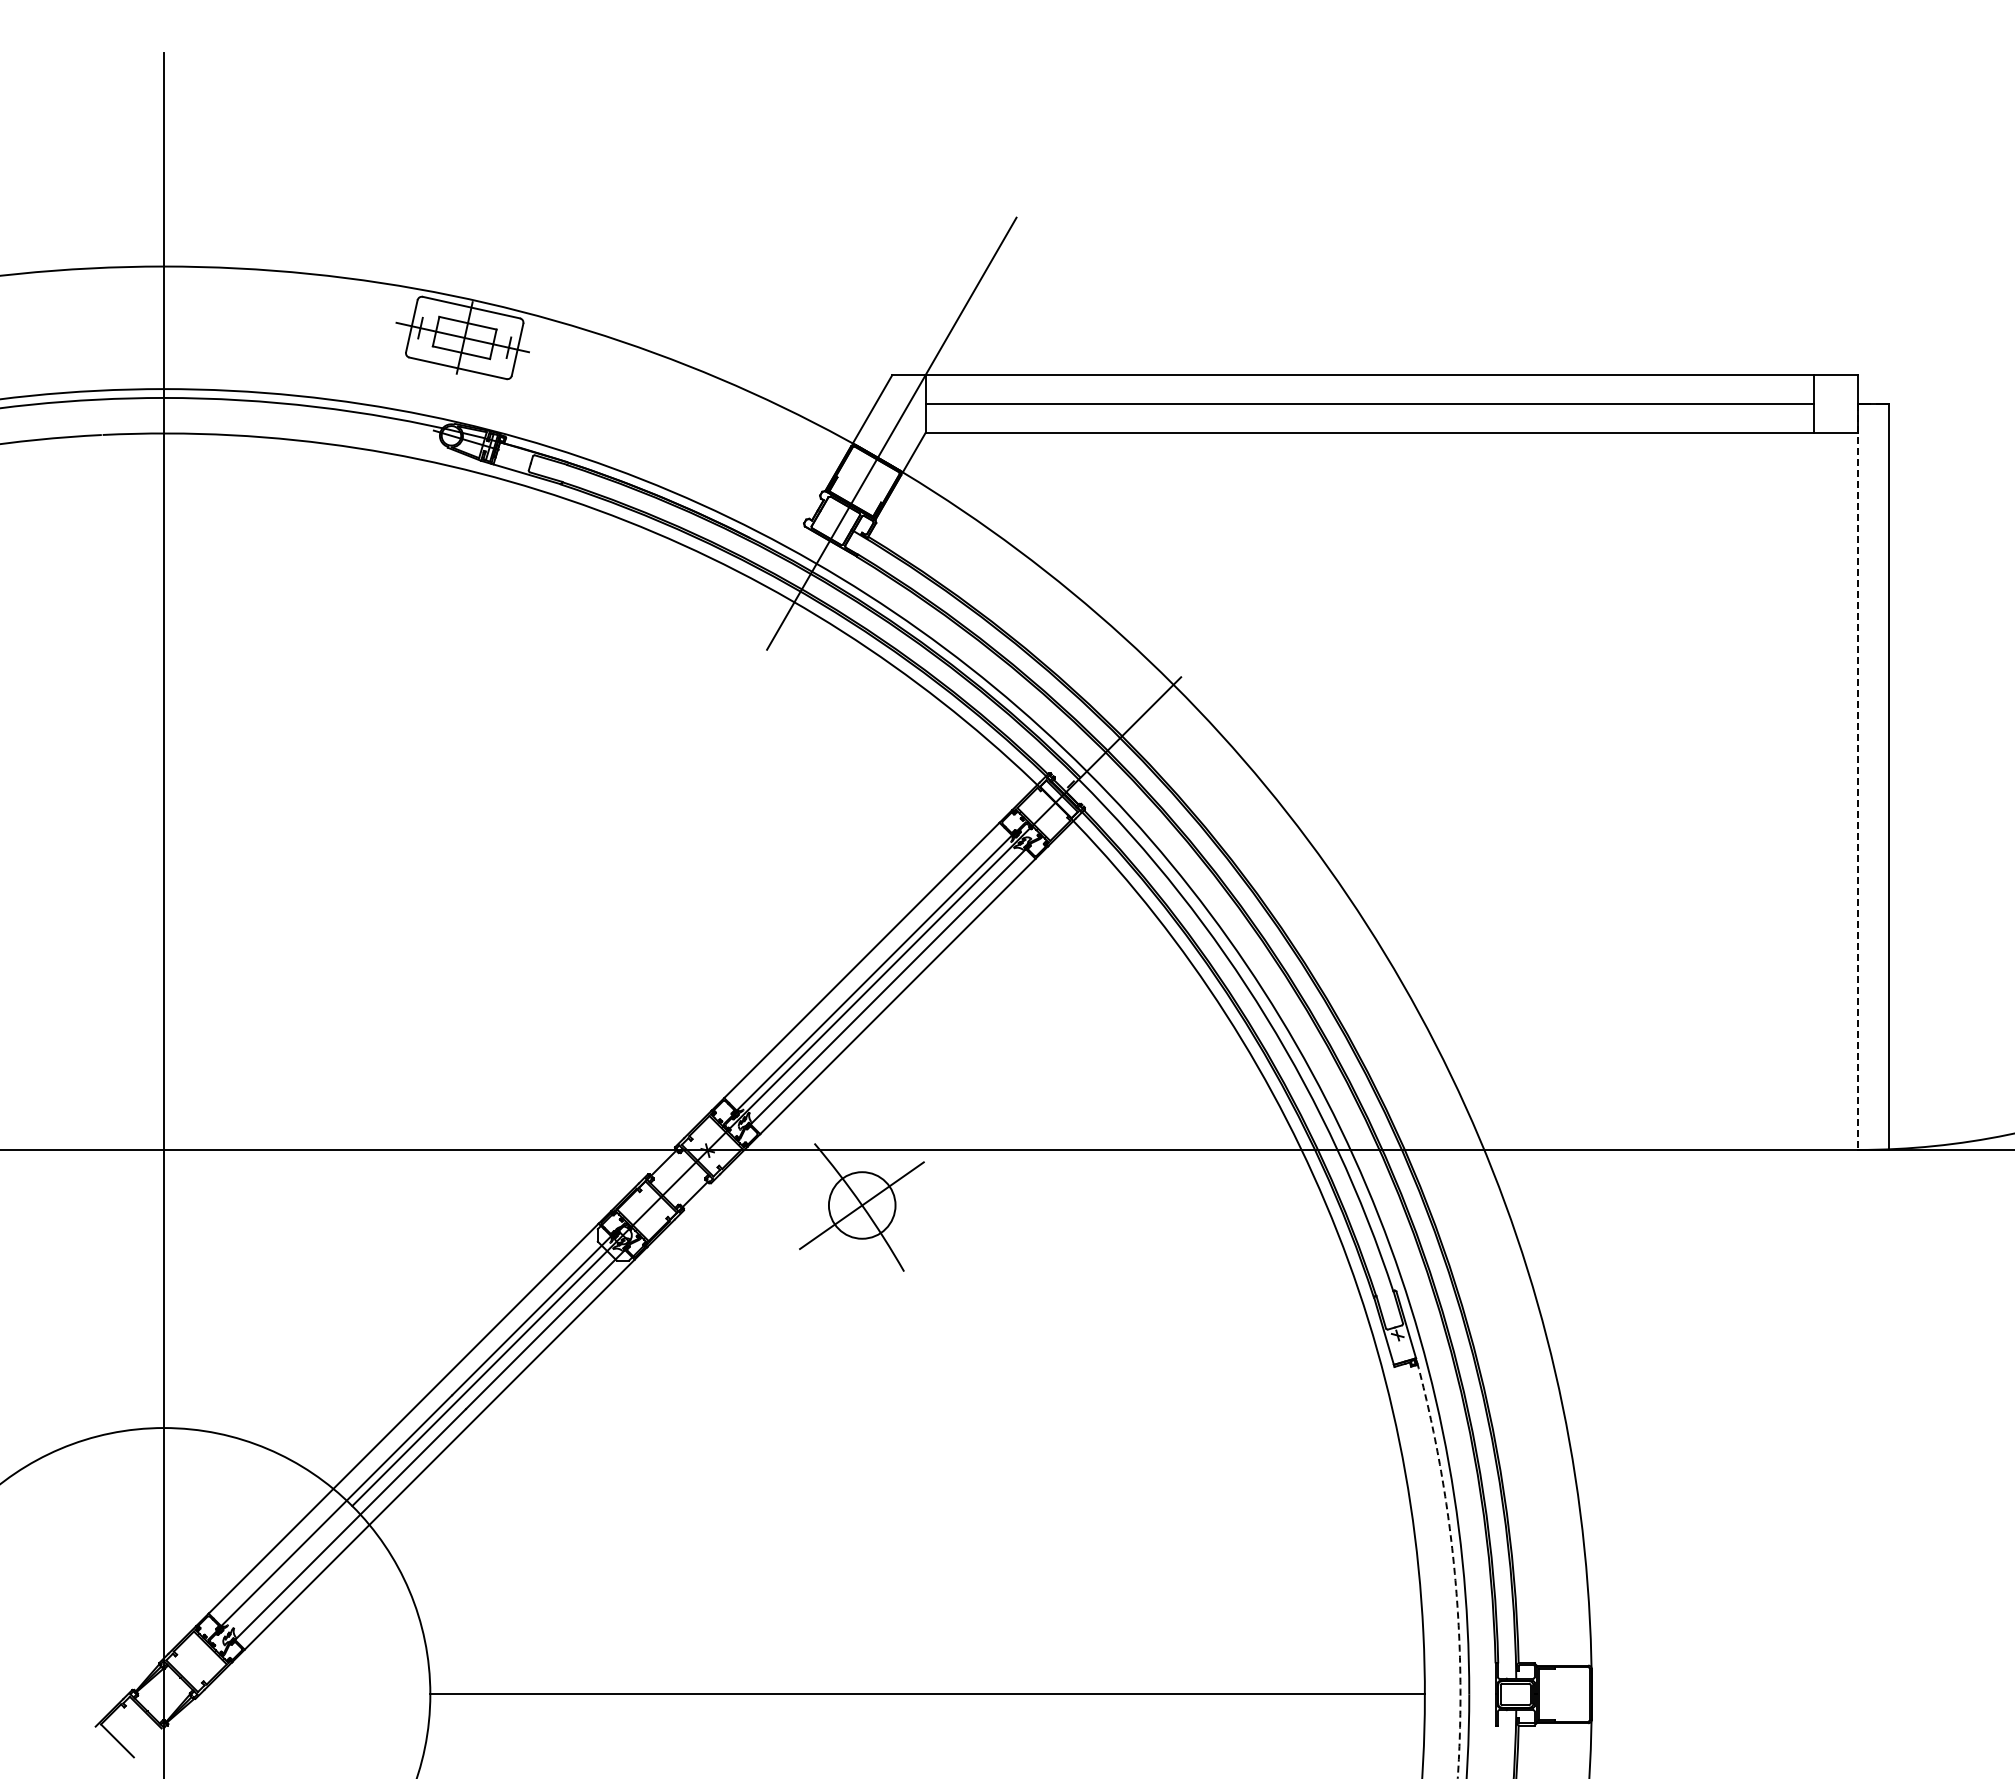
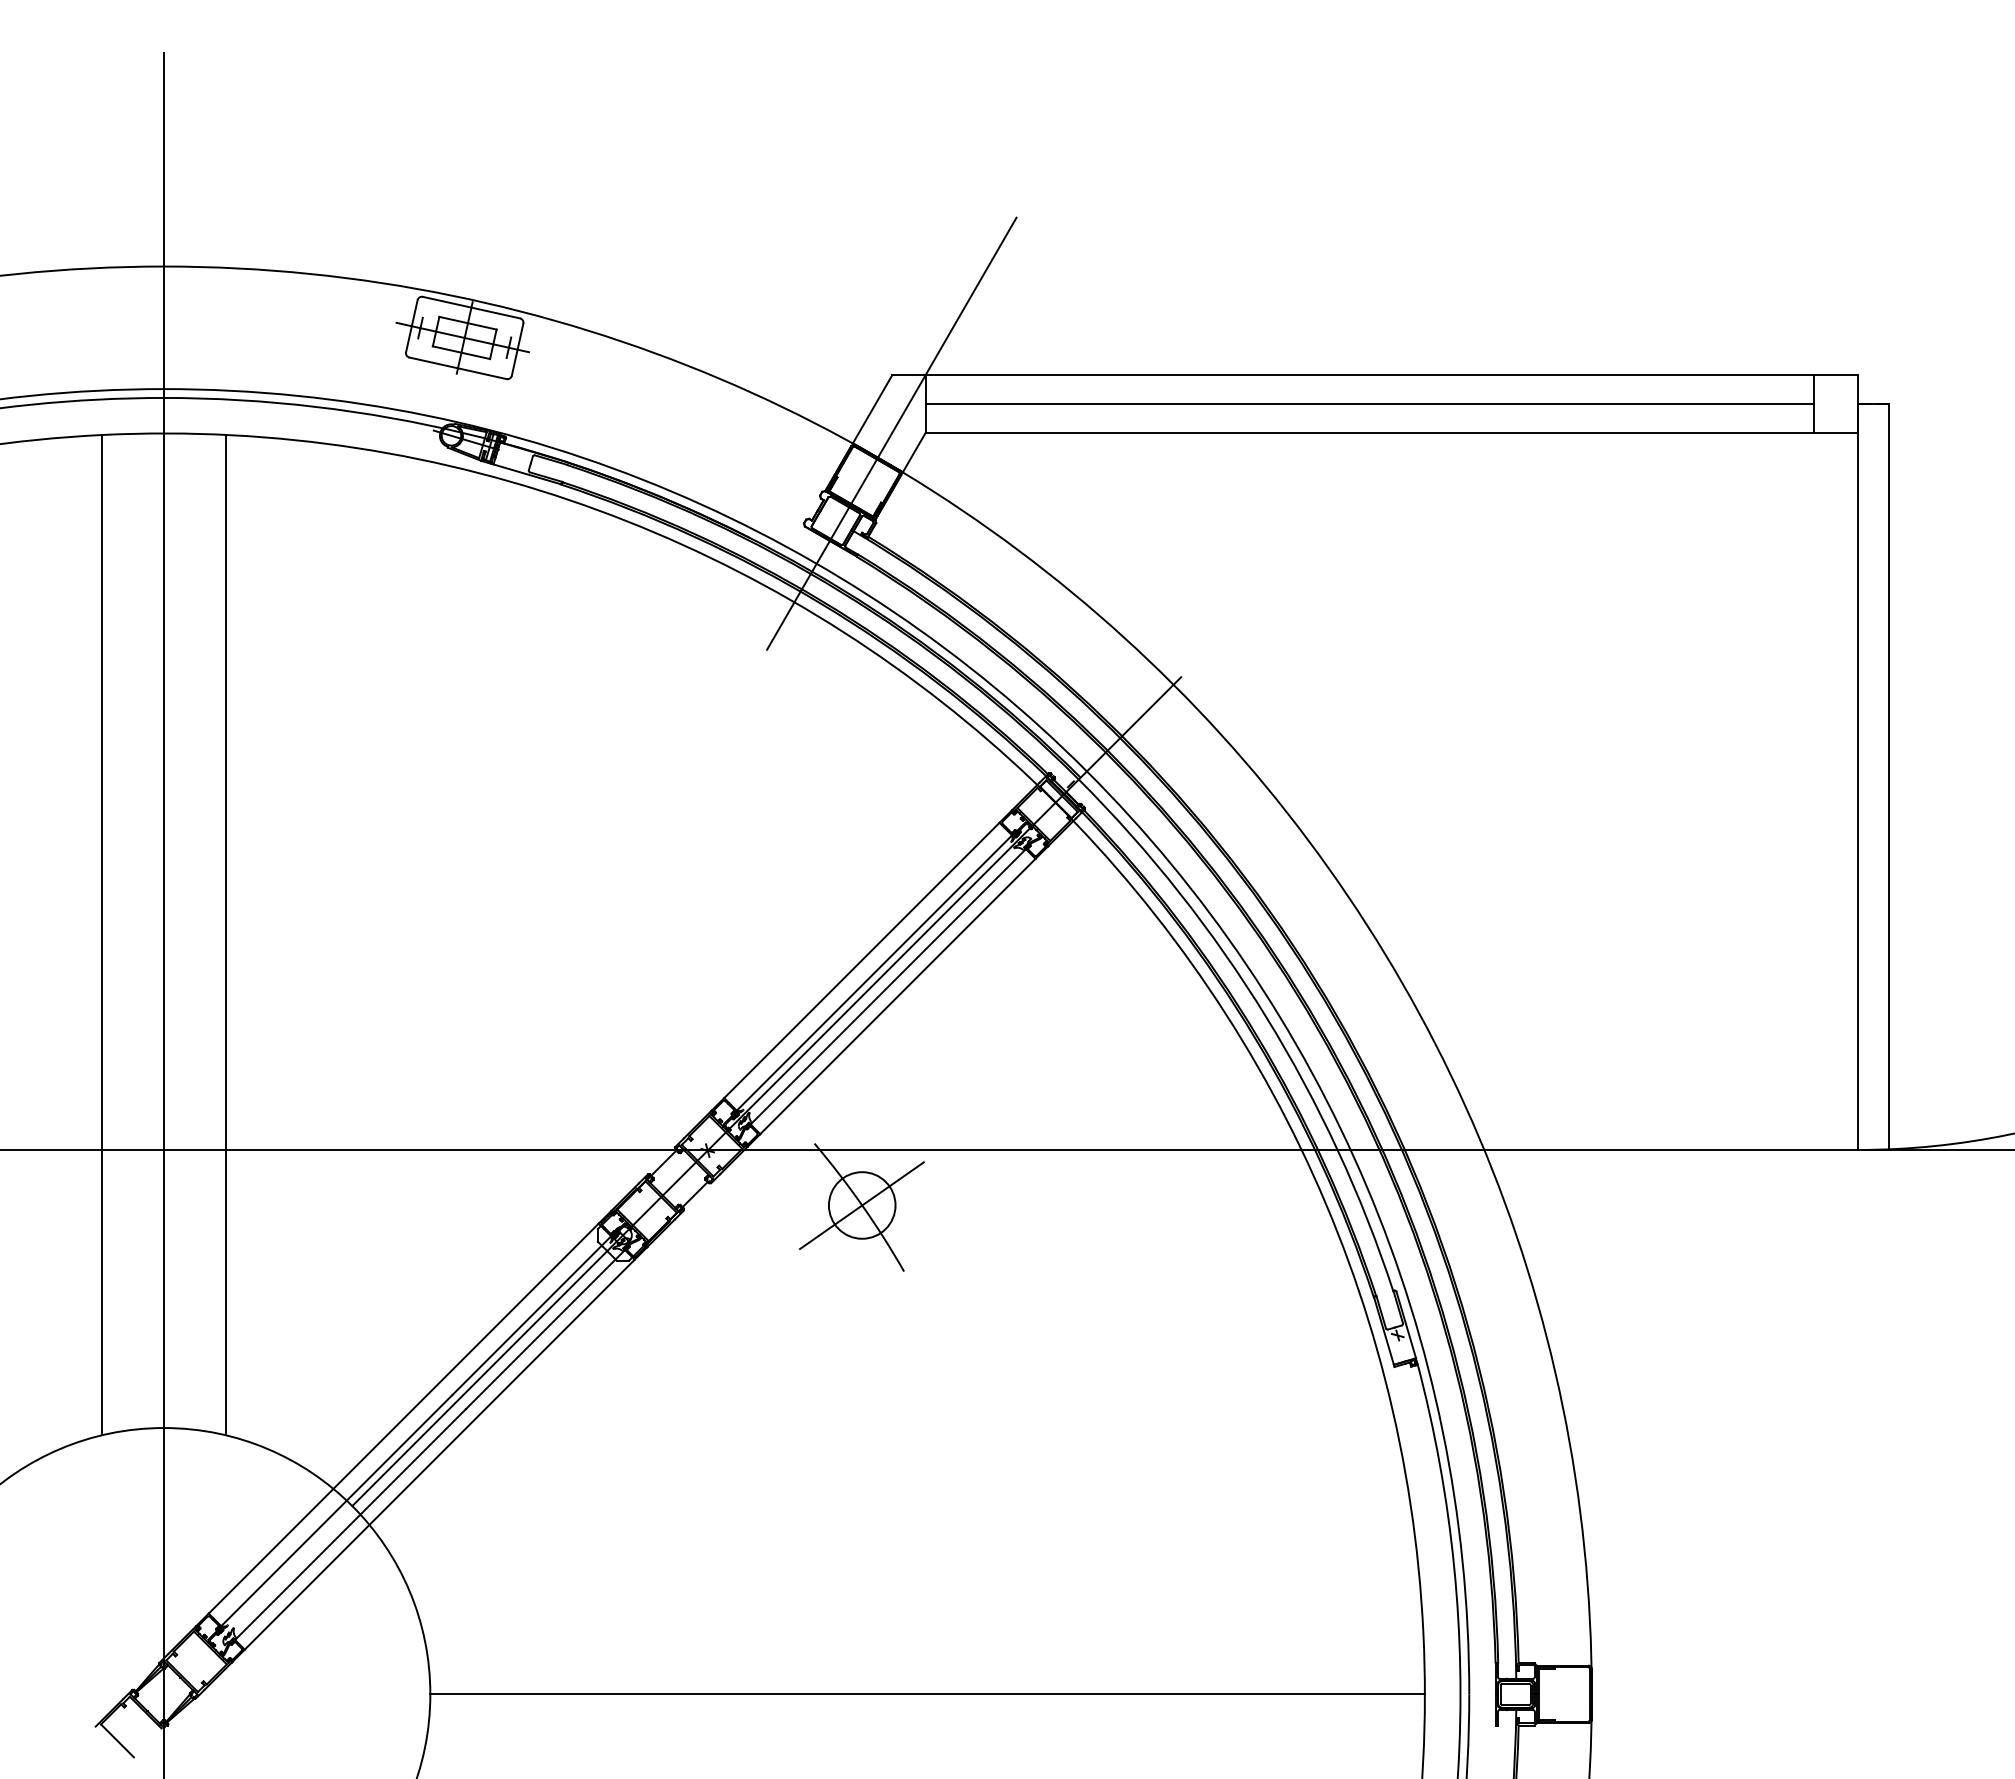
line at (1857, 777): dashed -> solid
line at (101, 935): none -> present
line at (226, 935): none -> present
arc at (1454, 1568): dashed -> solid
